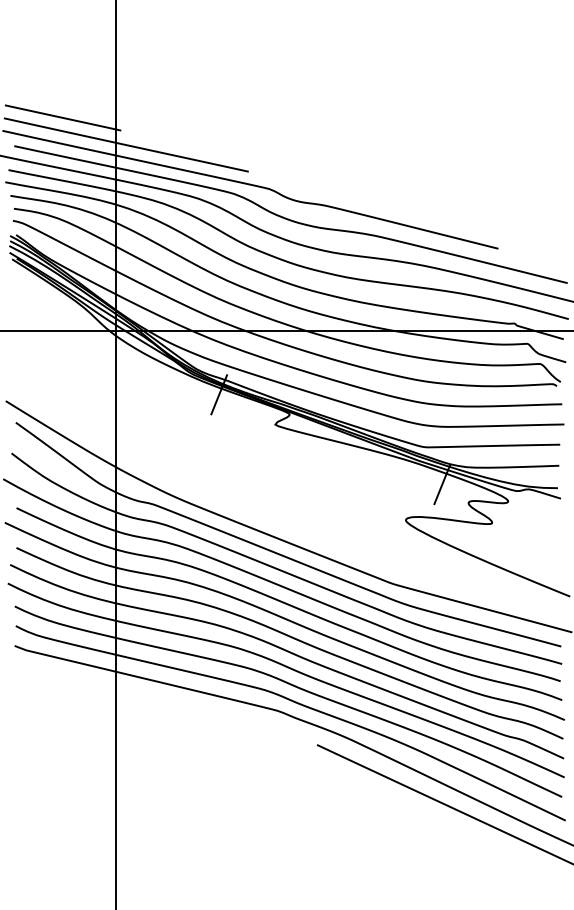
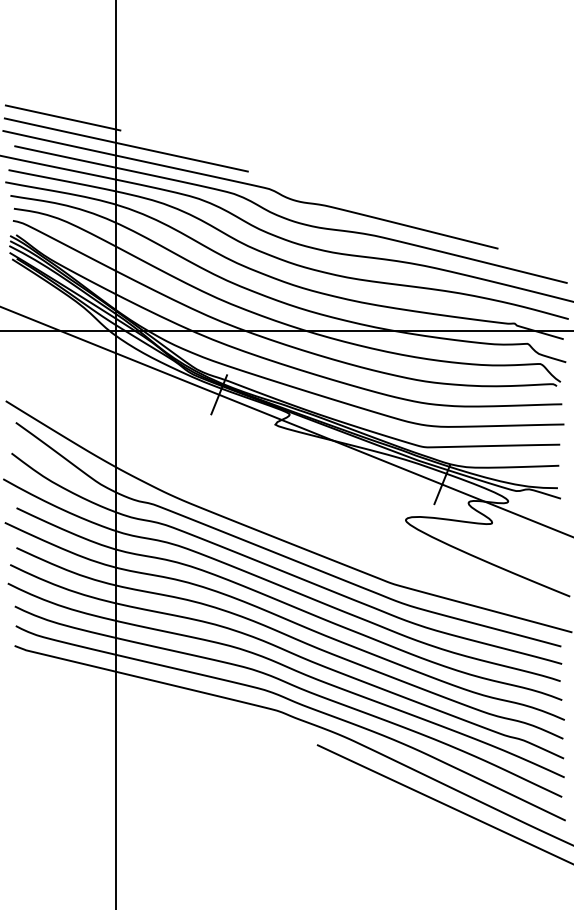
line at (286, 421): none -> present
